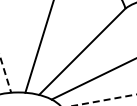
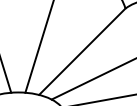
line at (5, 74): dashed -> solid
line at (104, 100): dashed -> solid
